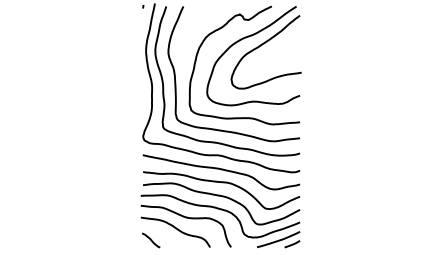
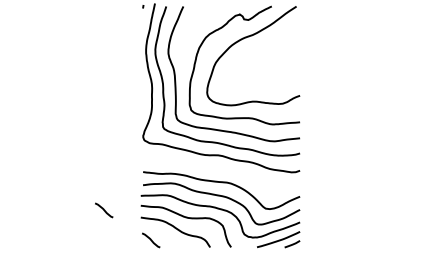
curve at (262, 45): present -> none
curve at (221, 170): present -> none
curve at (104, 210): none -> present
